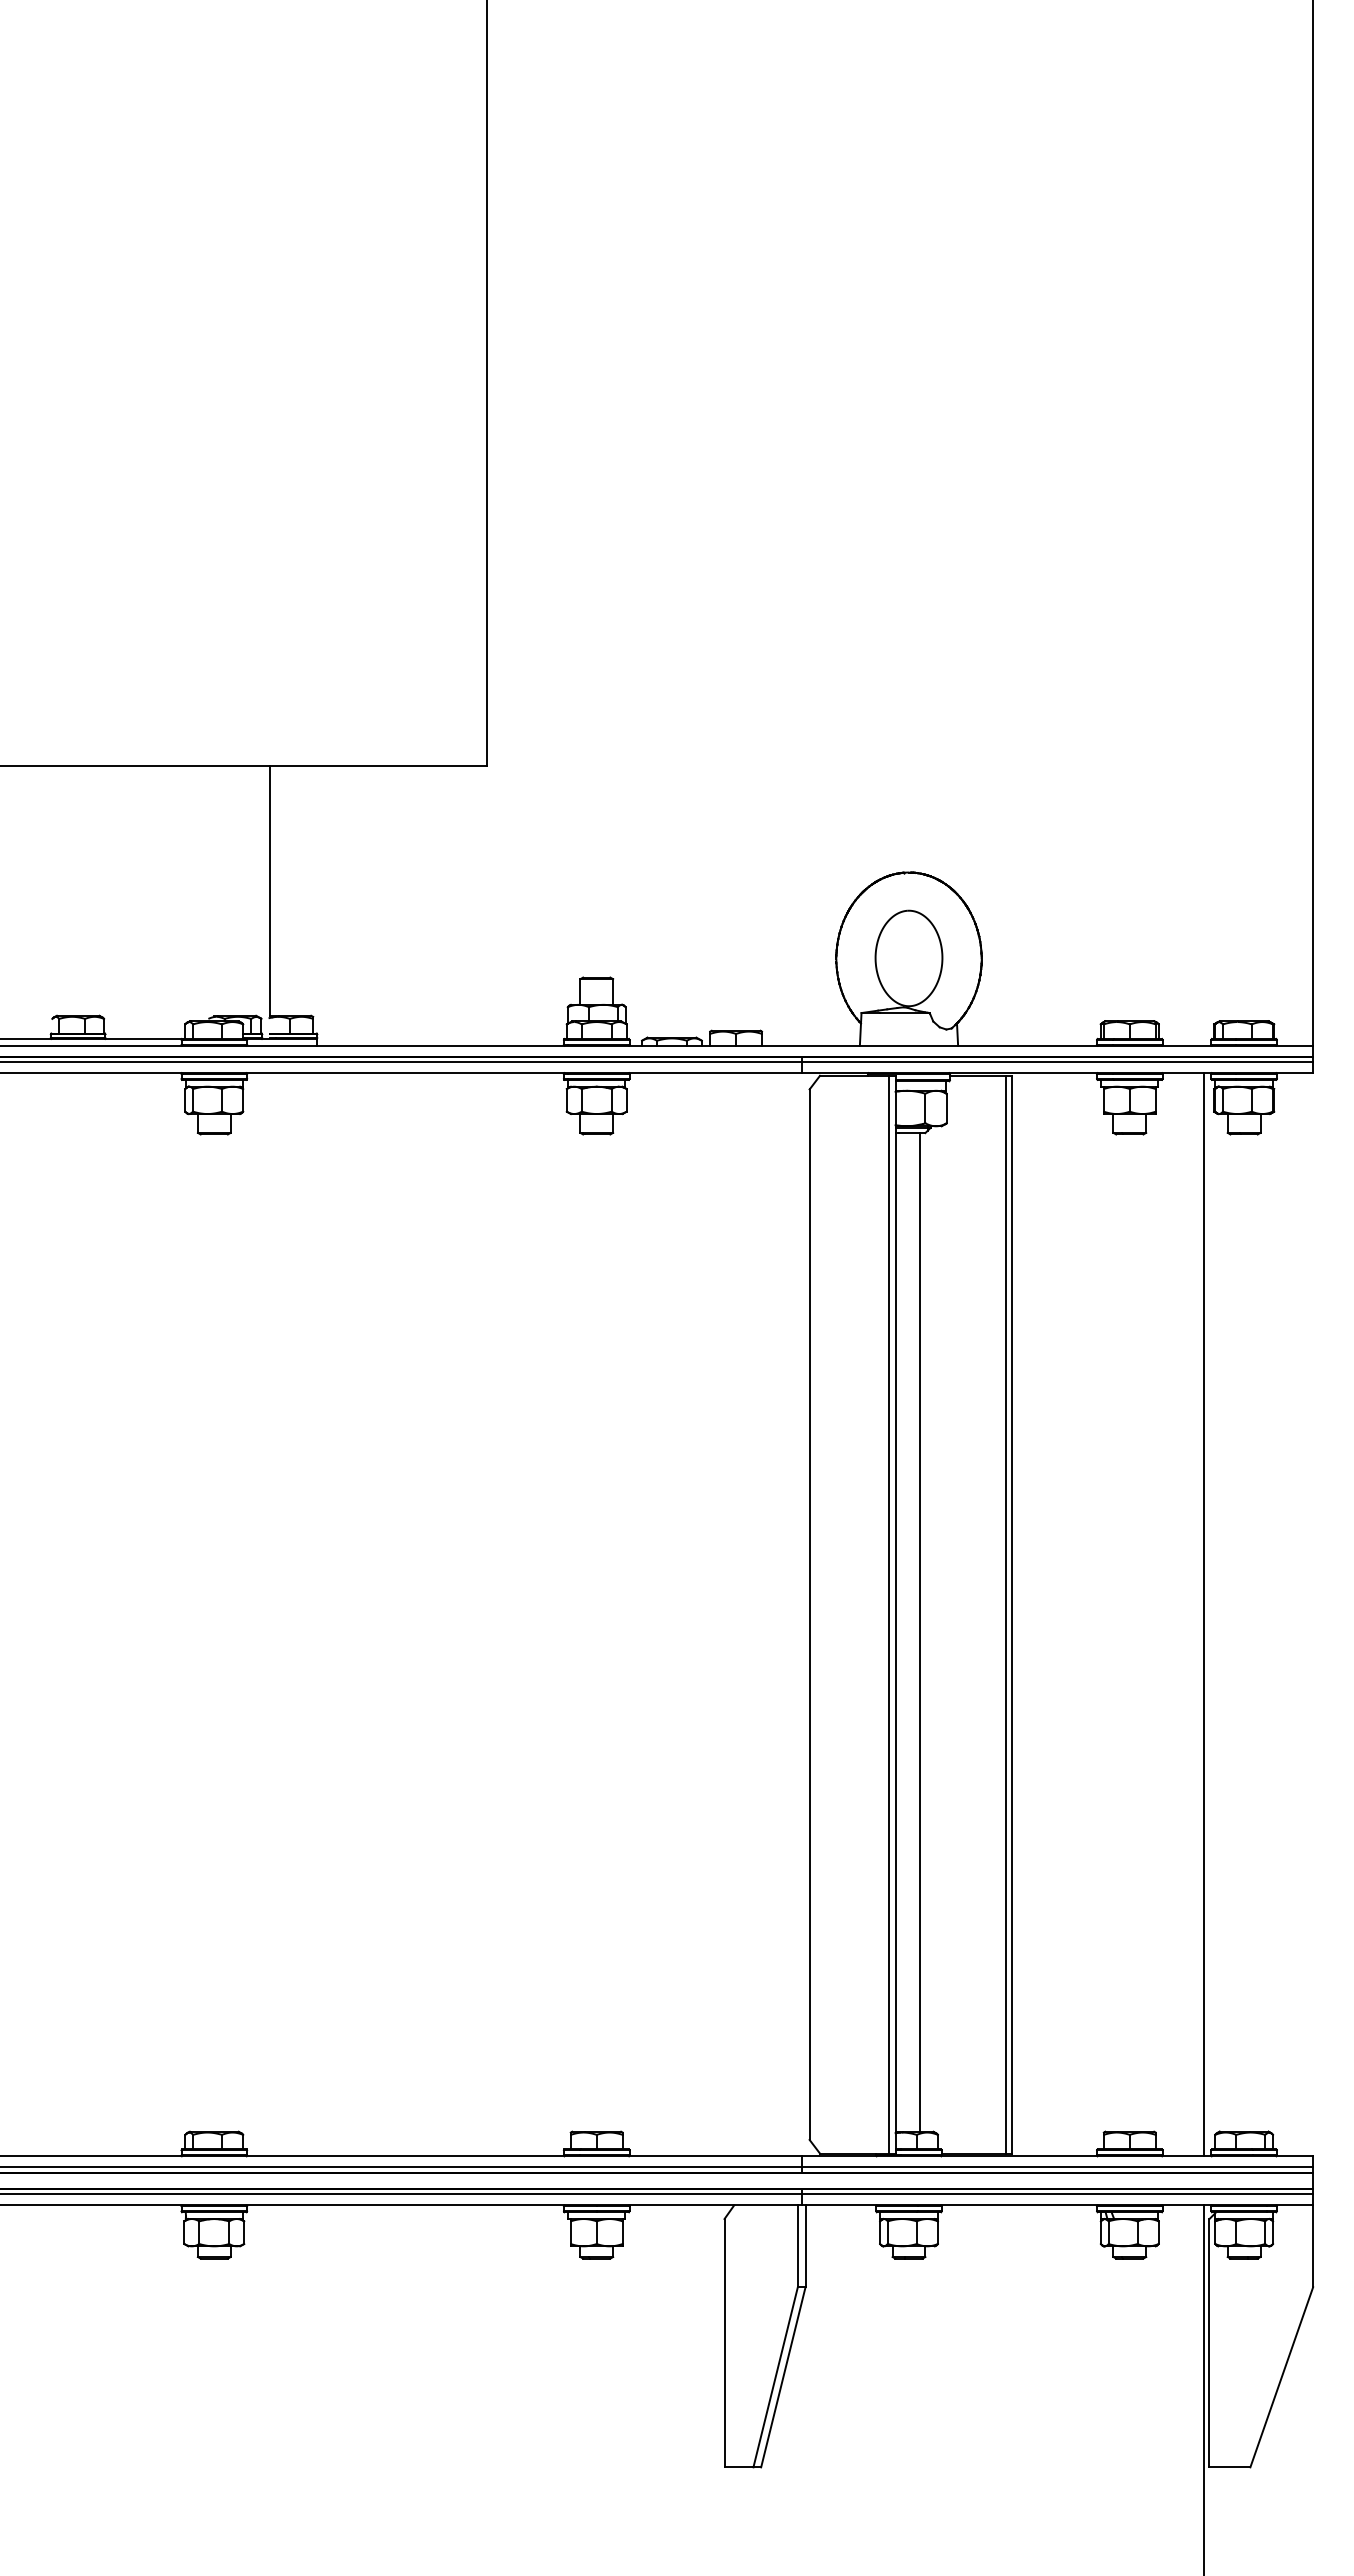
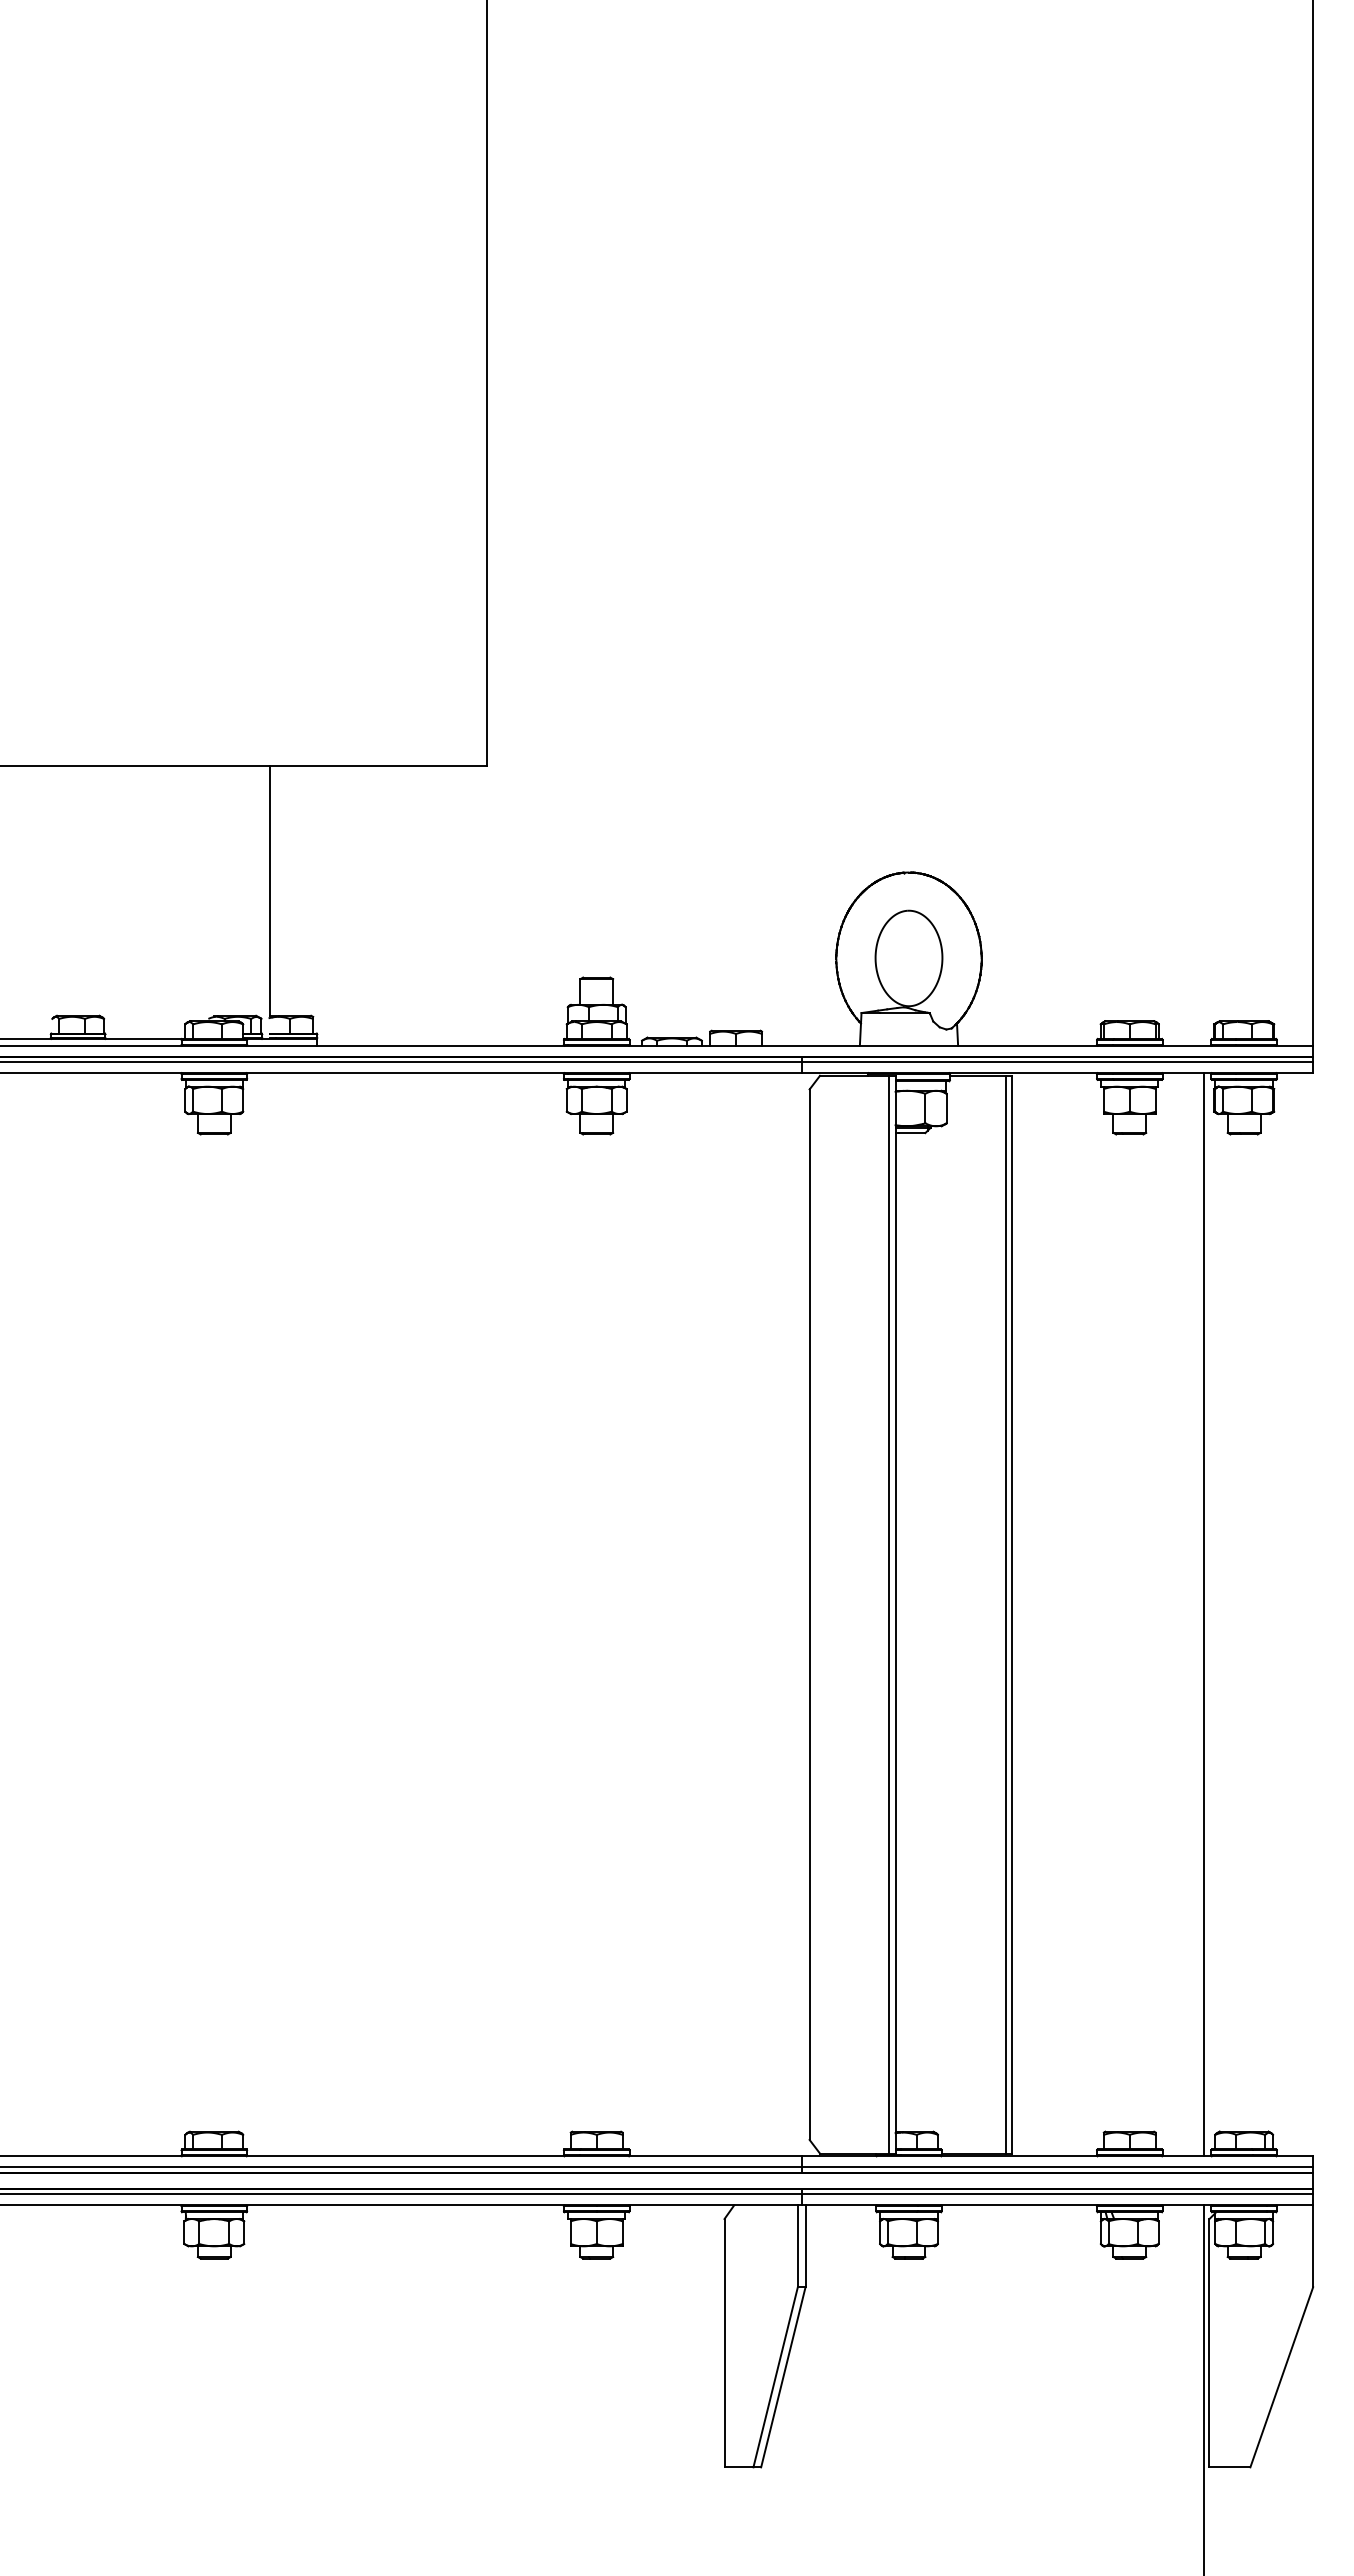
line at (919, 1632): present -> none
